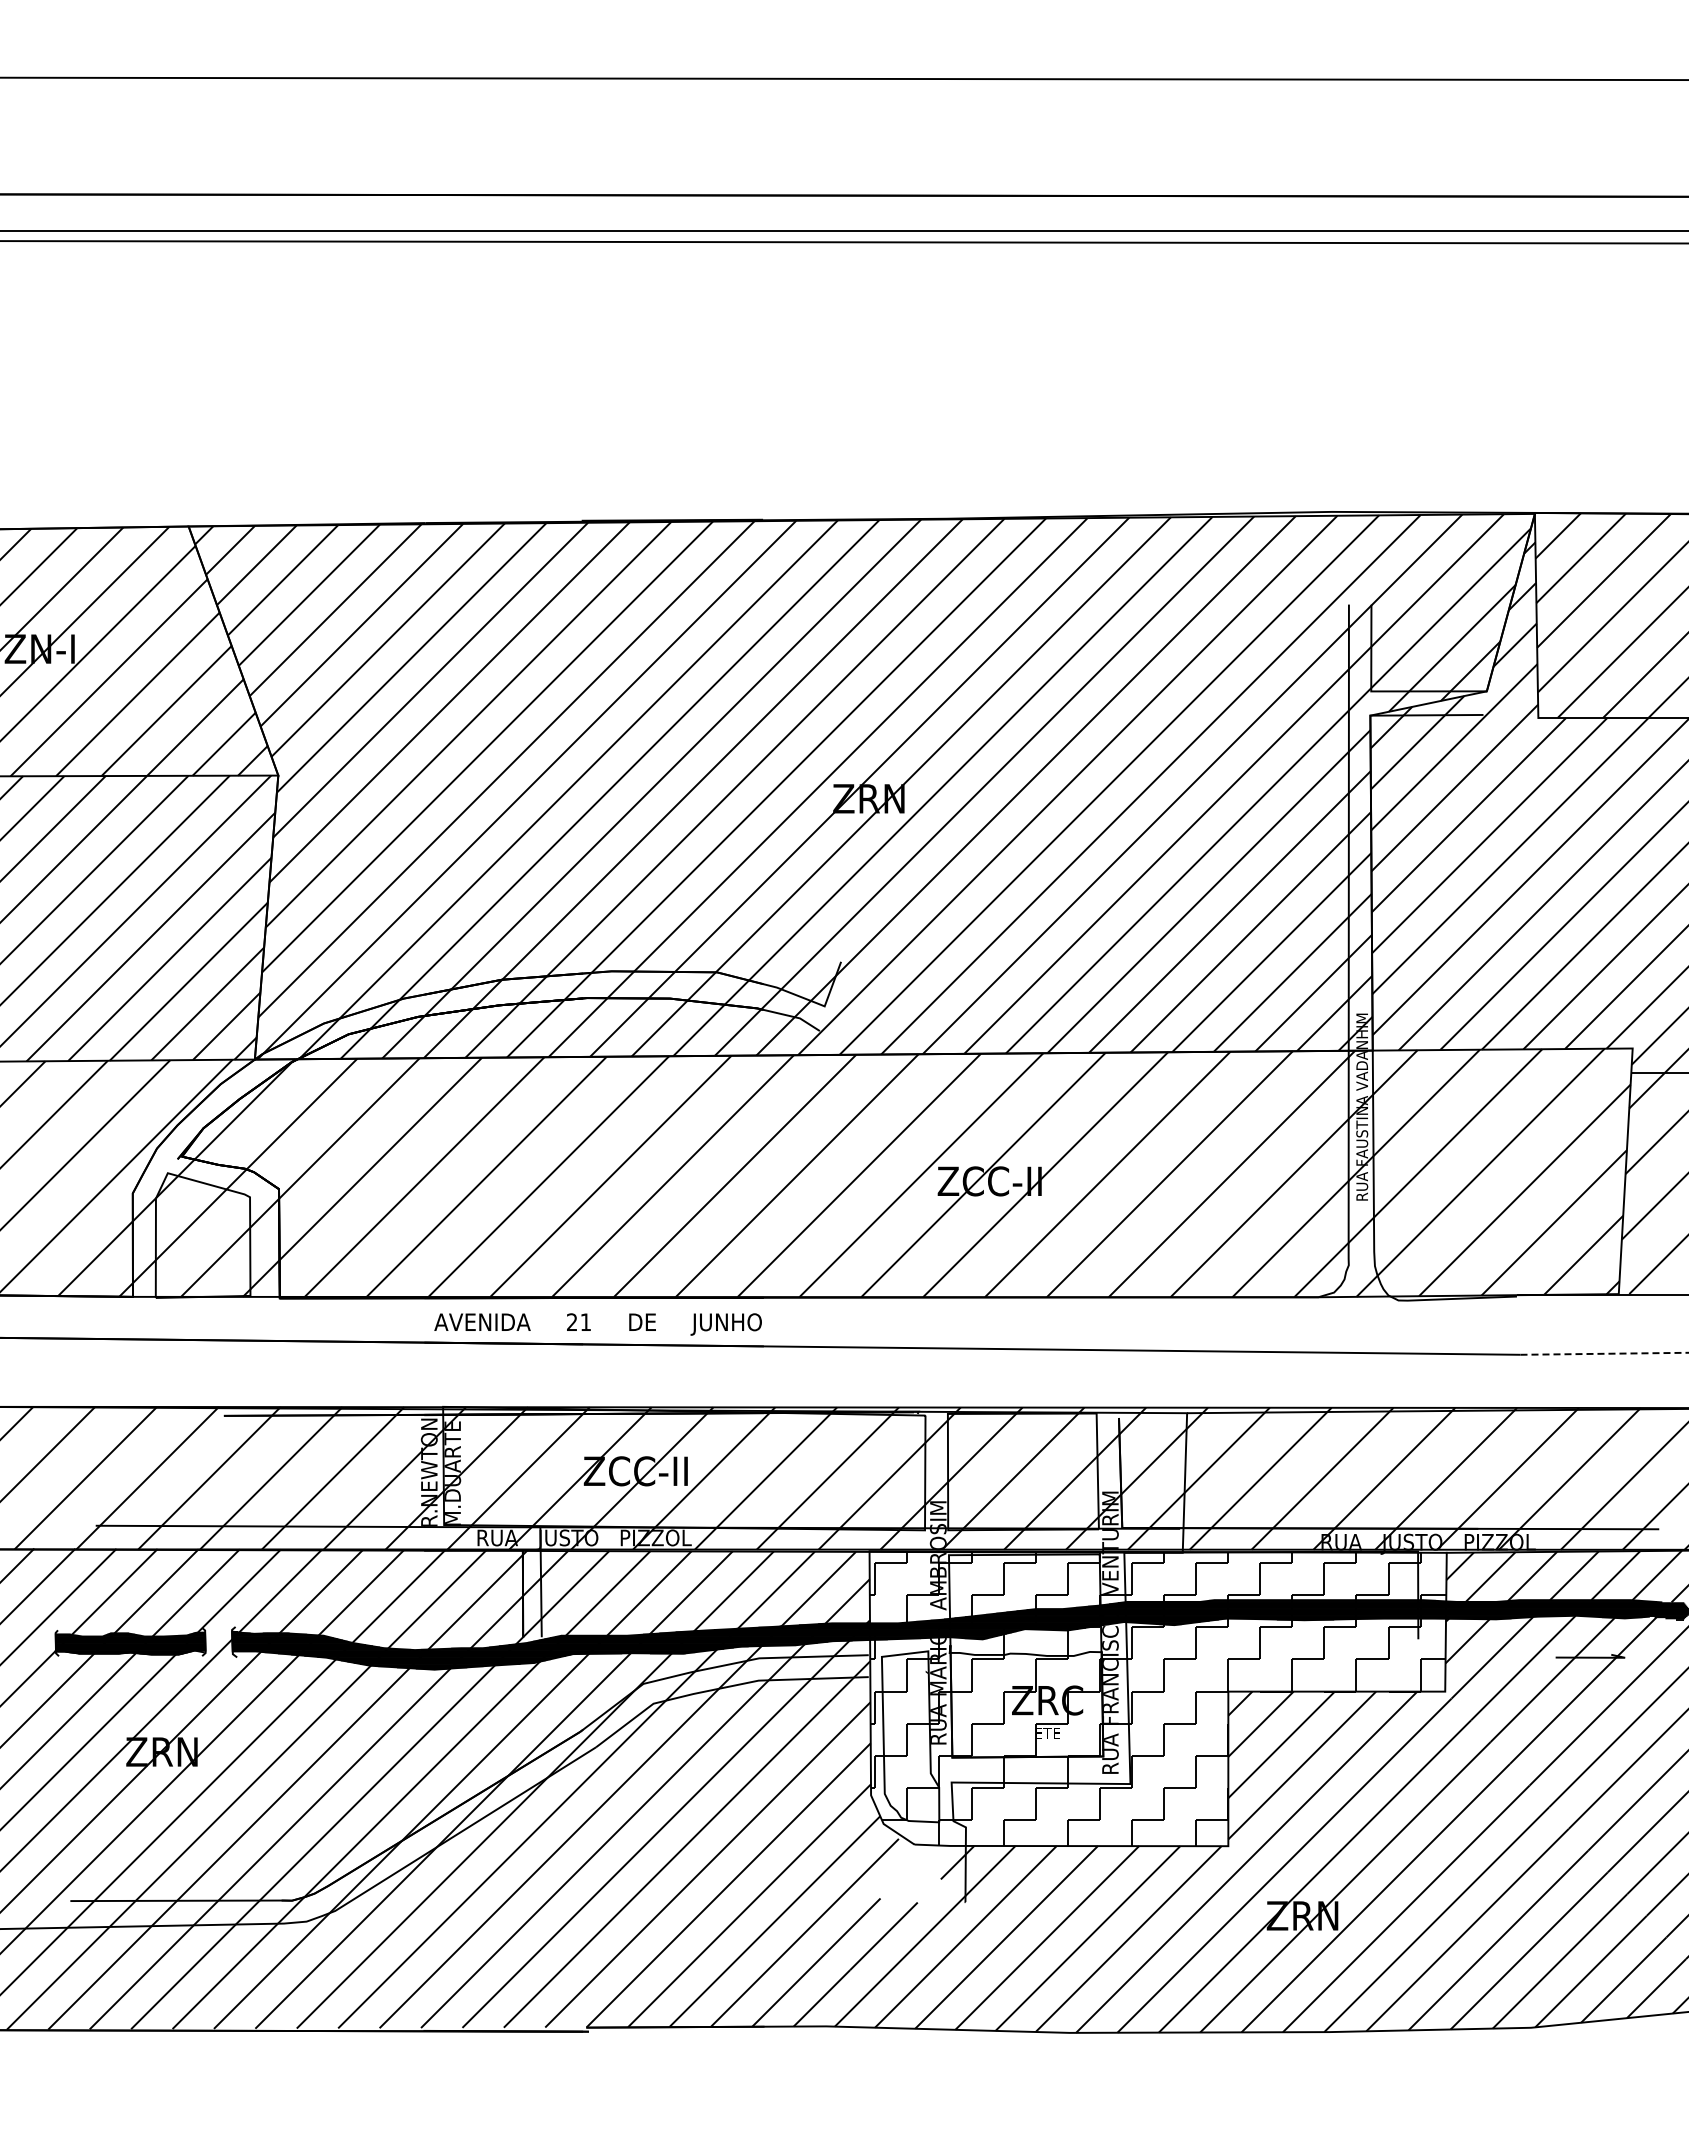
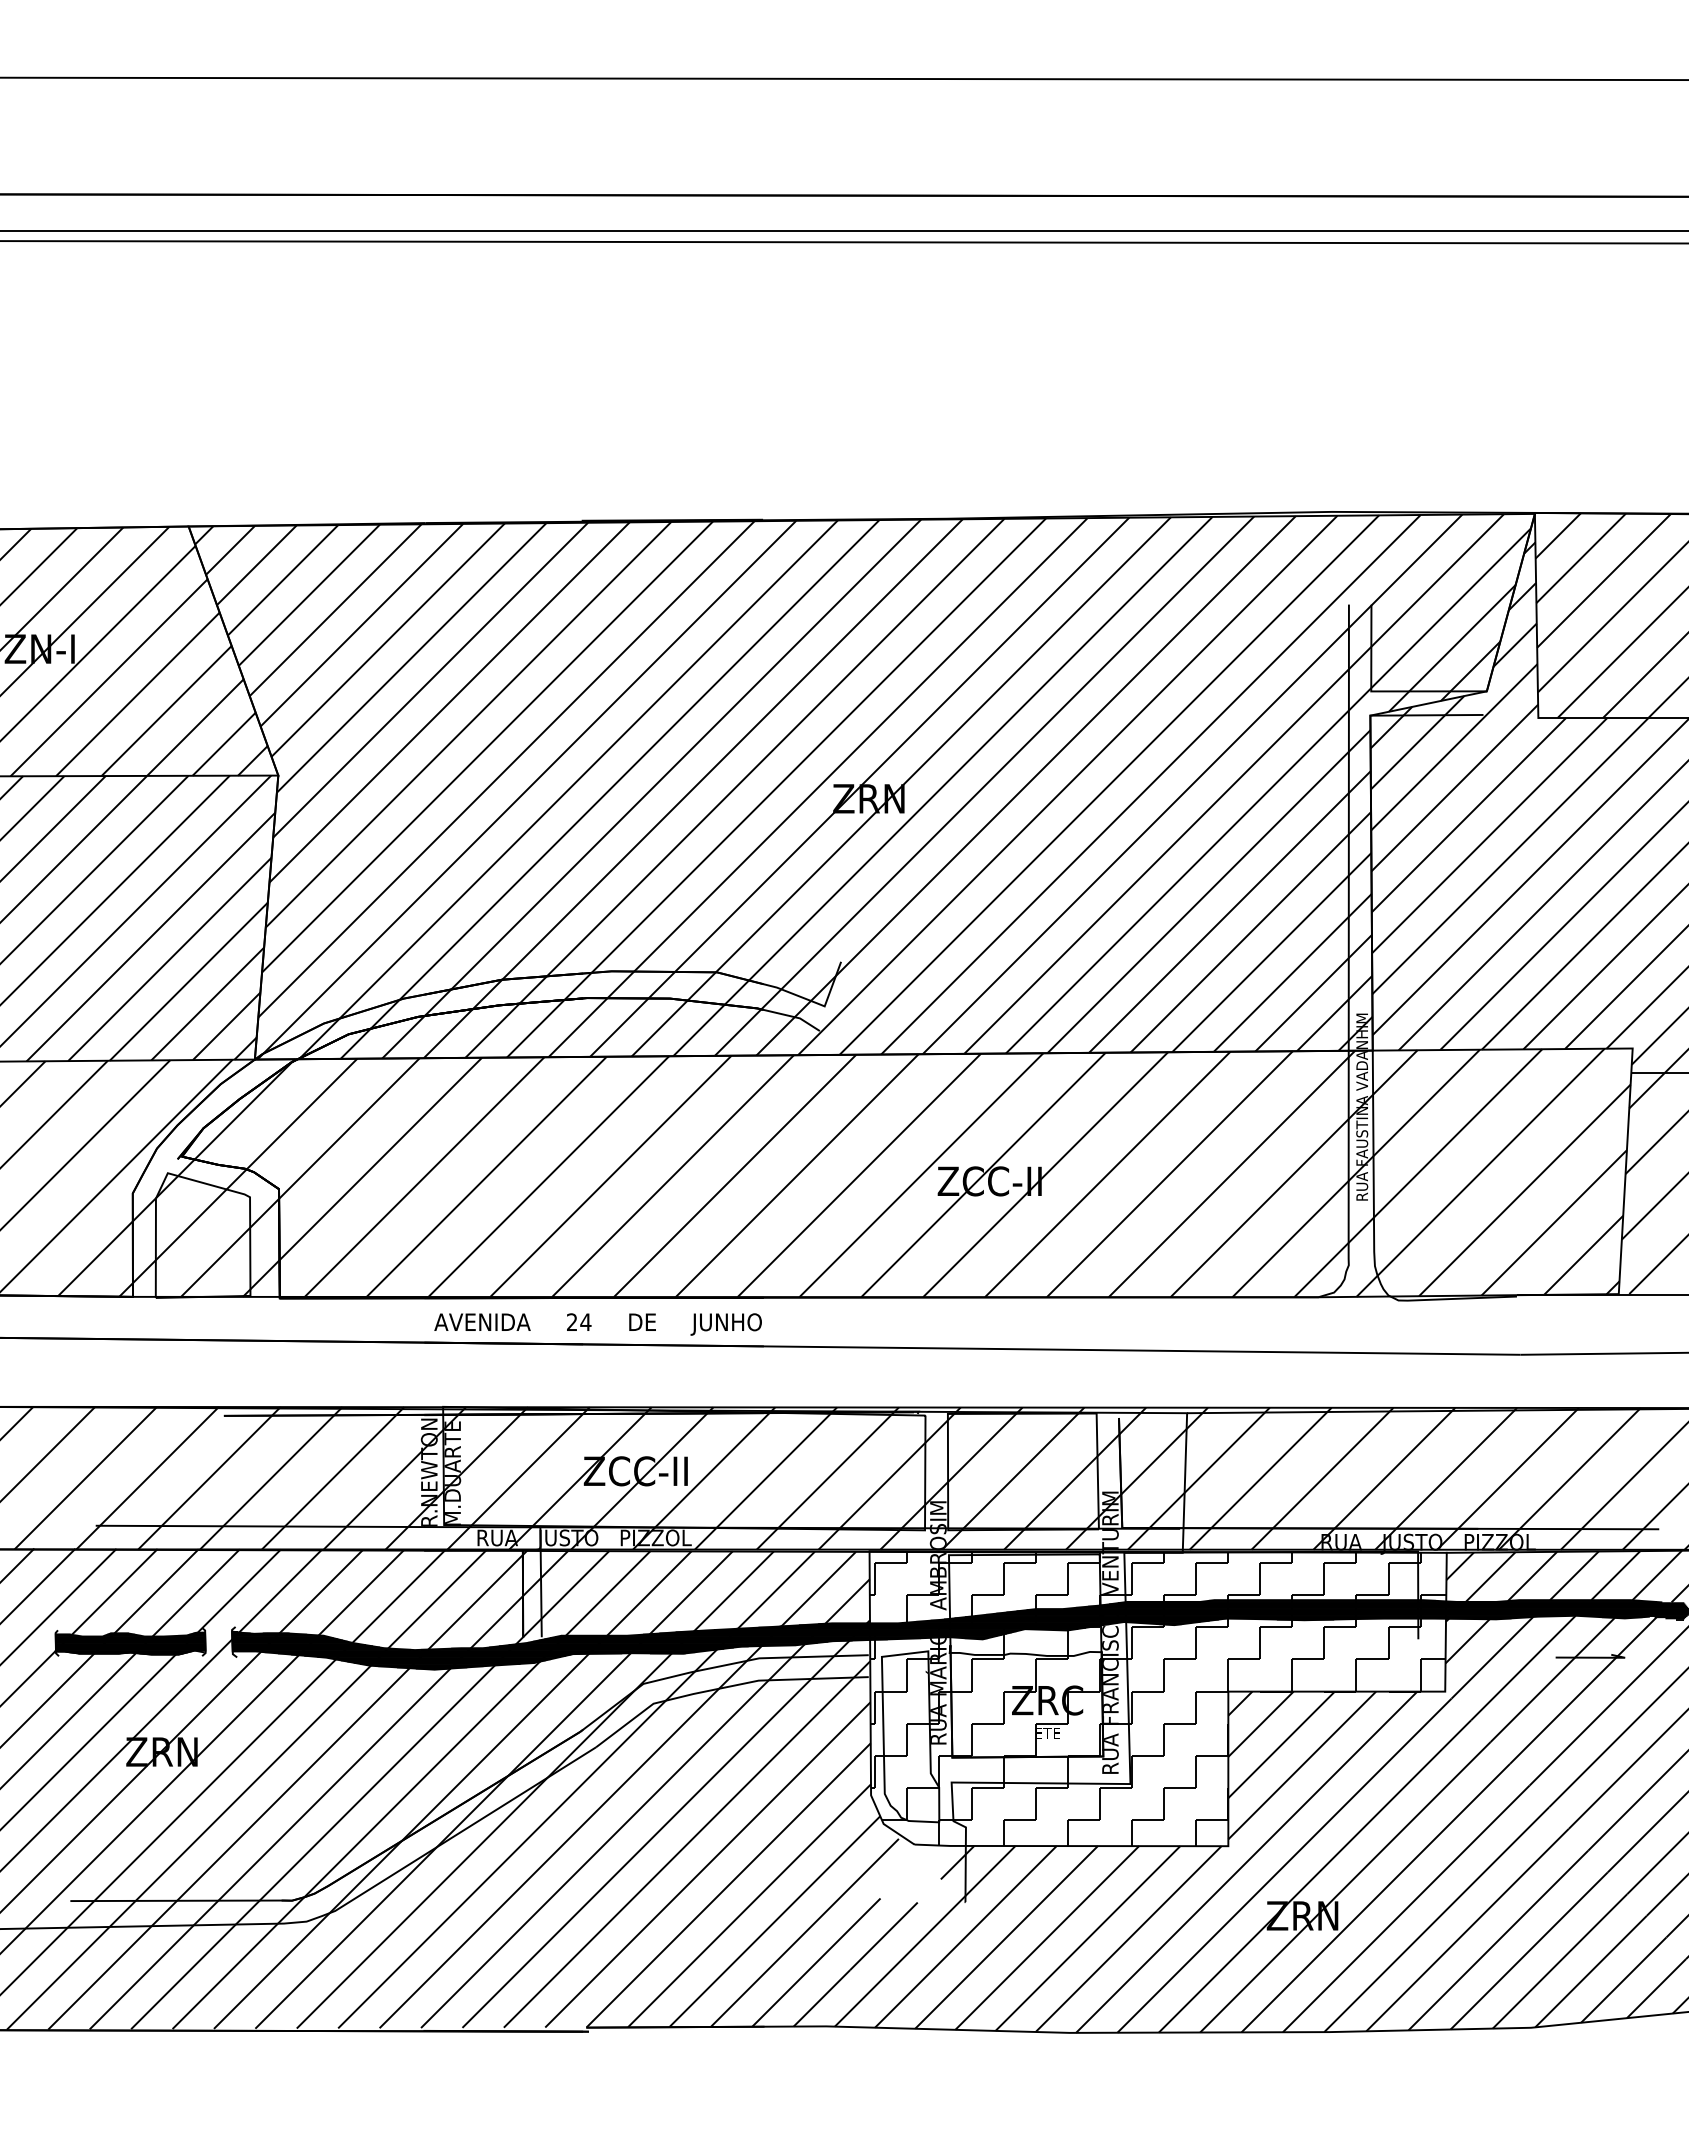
text at (585, 1321): 21 -> 24
line at (1604, 1353): dashed -> solid
